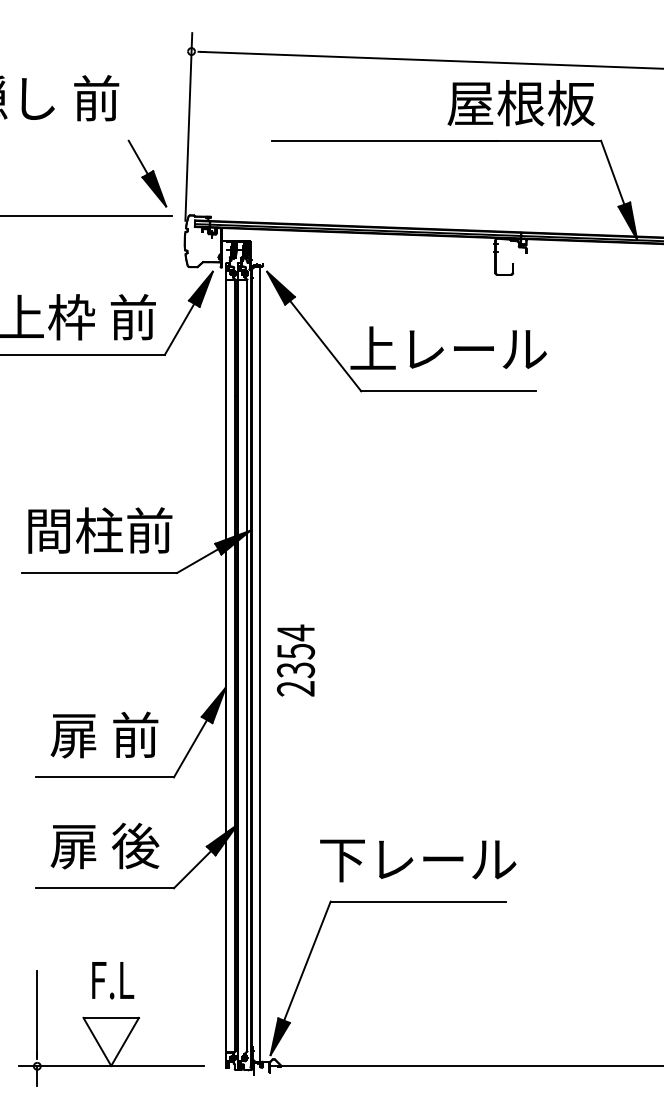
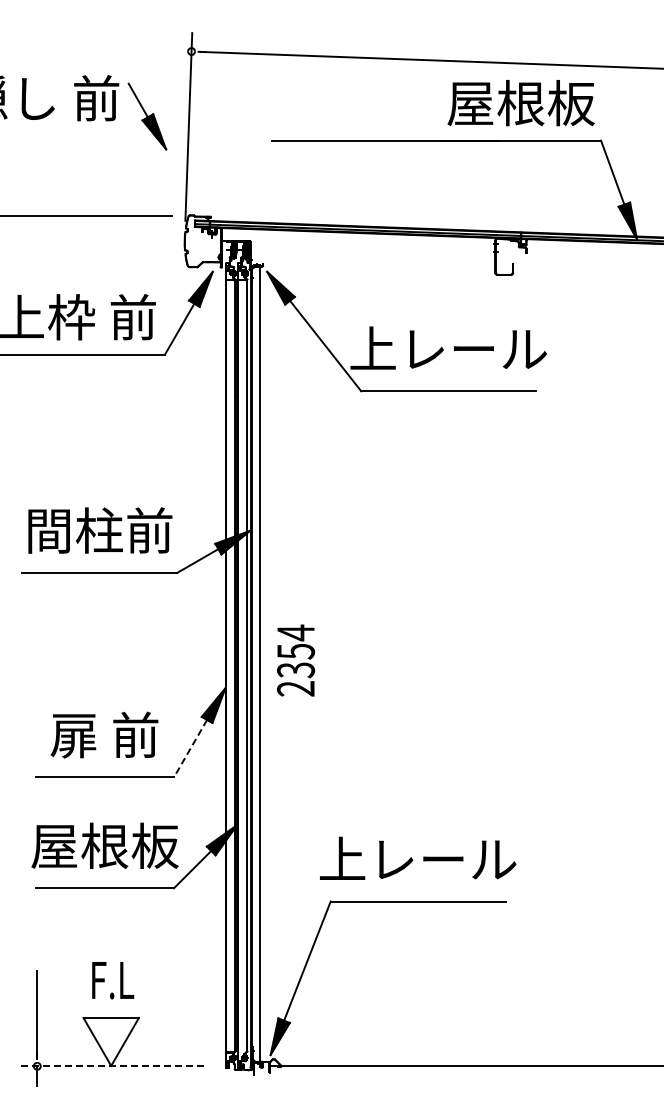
part at (147, 173) position: (147, 173) -> (147, 116)
line at (190, 749): solid -> dashed
text at (104, 845): 扉 後 -> 屋根板
text at (342, 859): 下レール -> 上レール
line at (111, 1066): solid -> dashed
